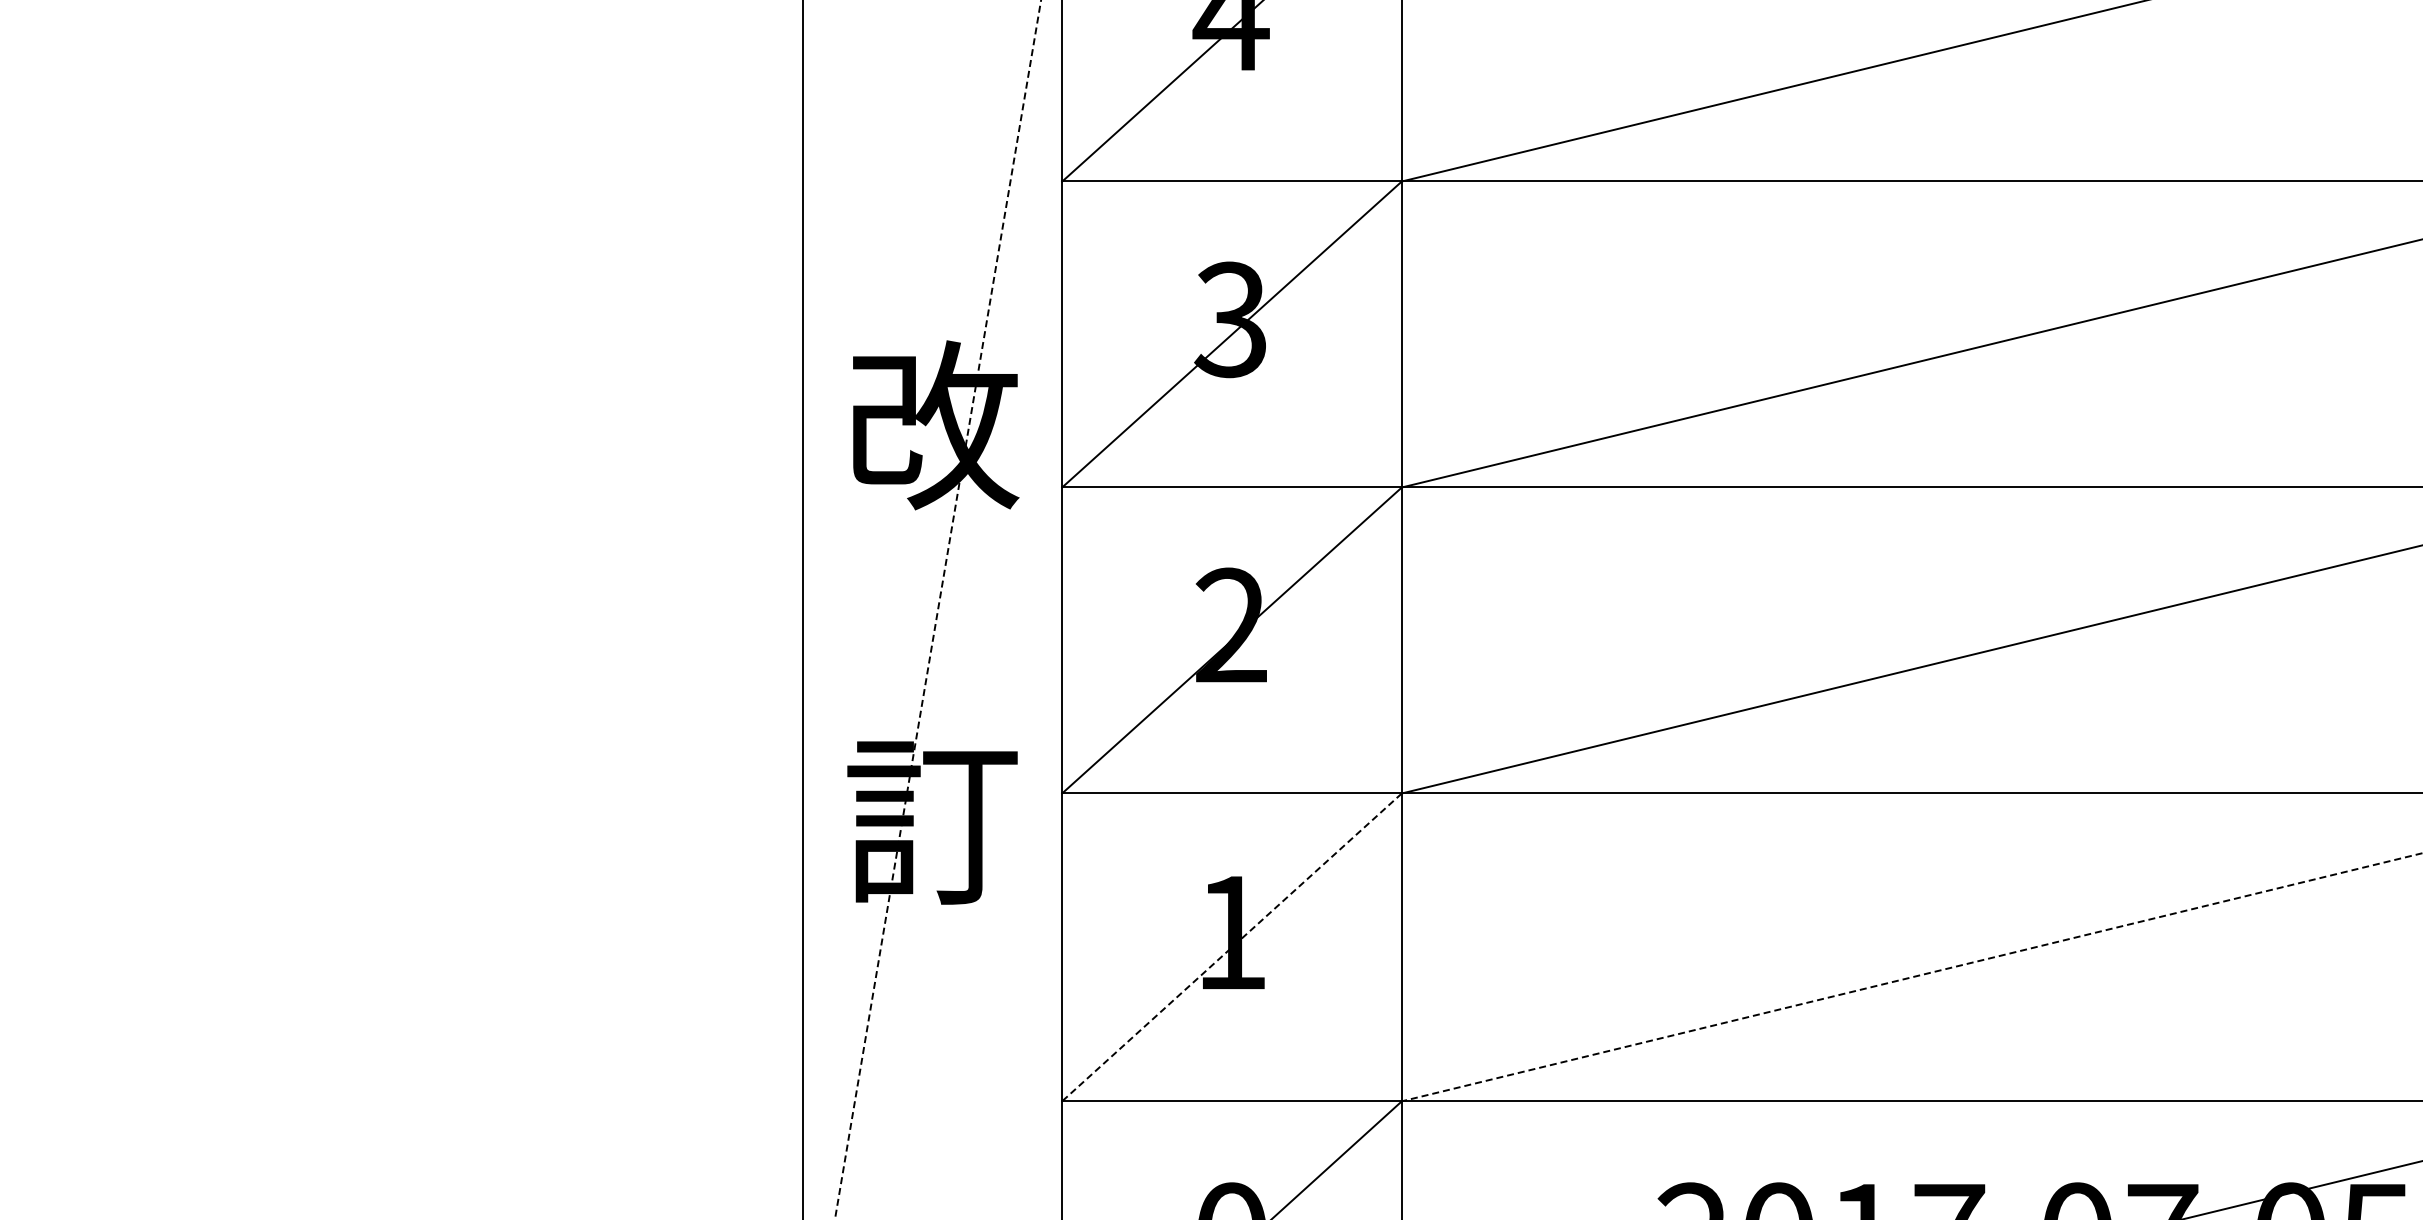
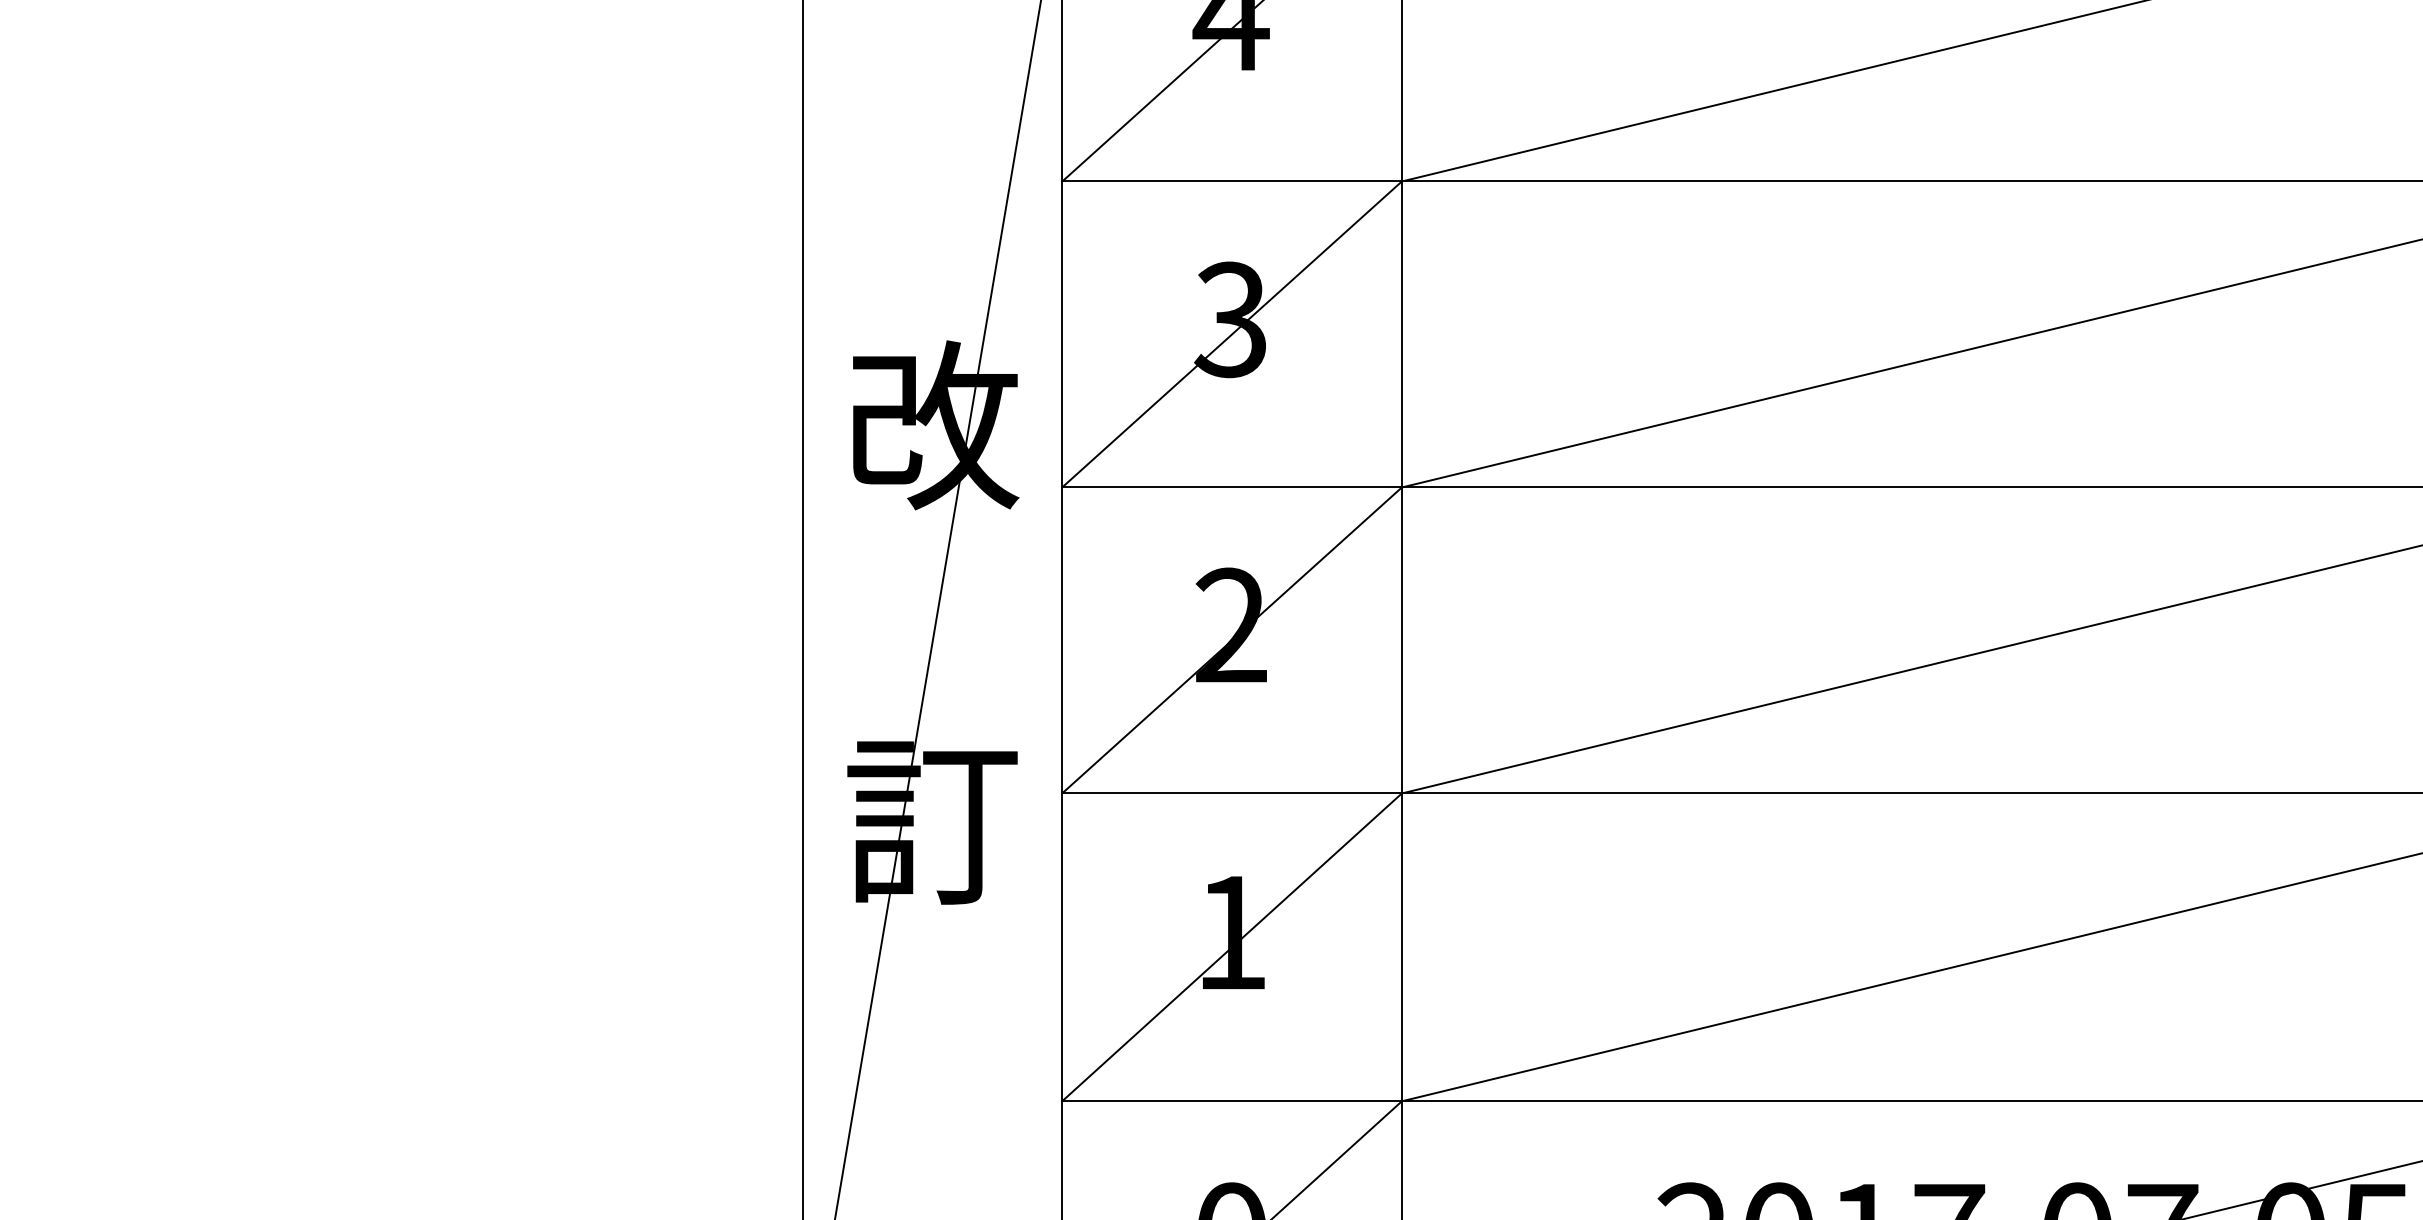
line at (937, 610): dashed -> solid
line at (1231, 947): dashed -> solid
line at (1911, 977): dashed -> solid
